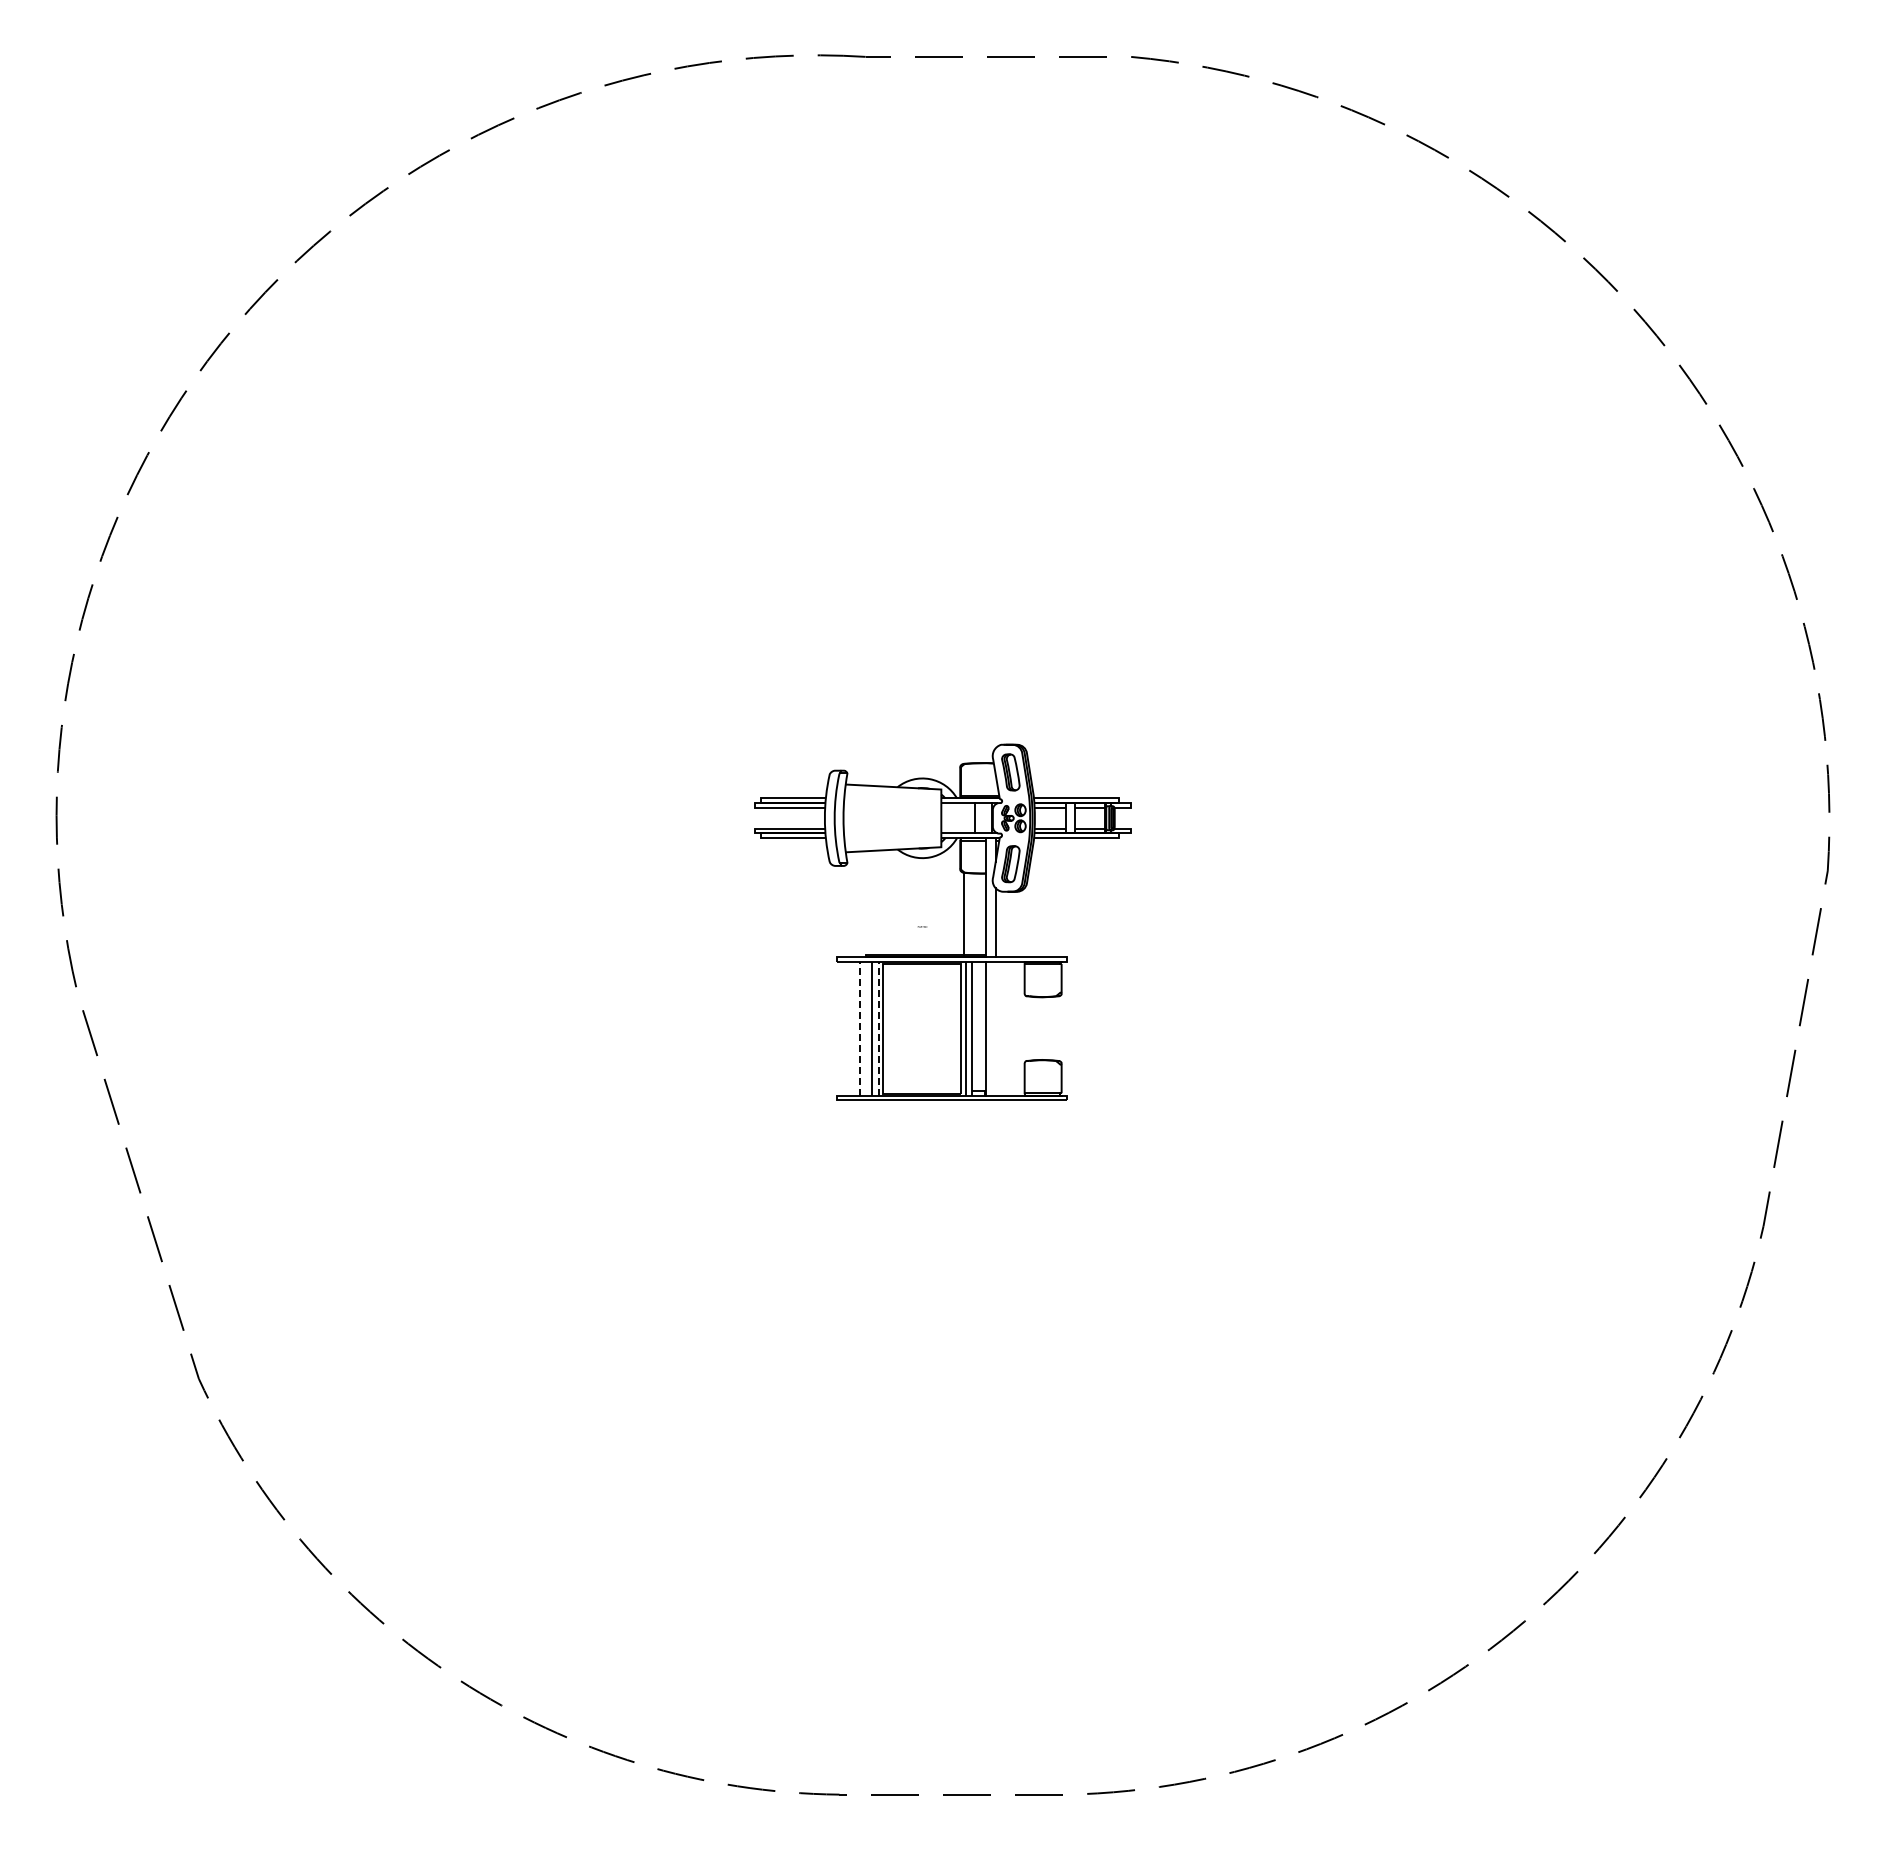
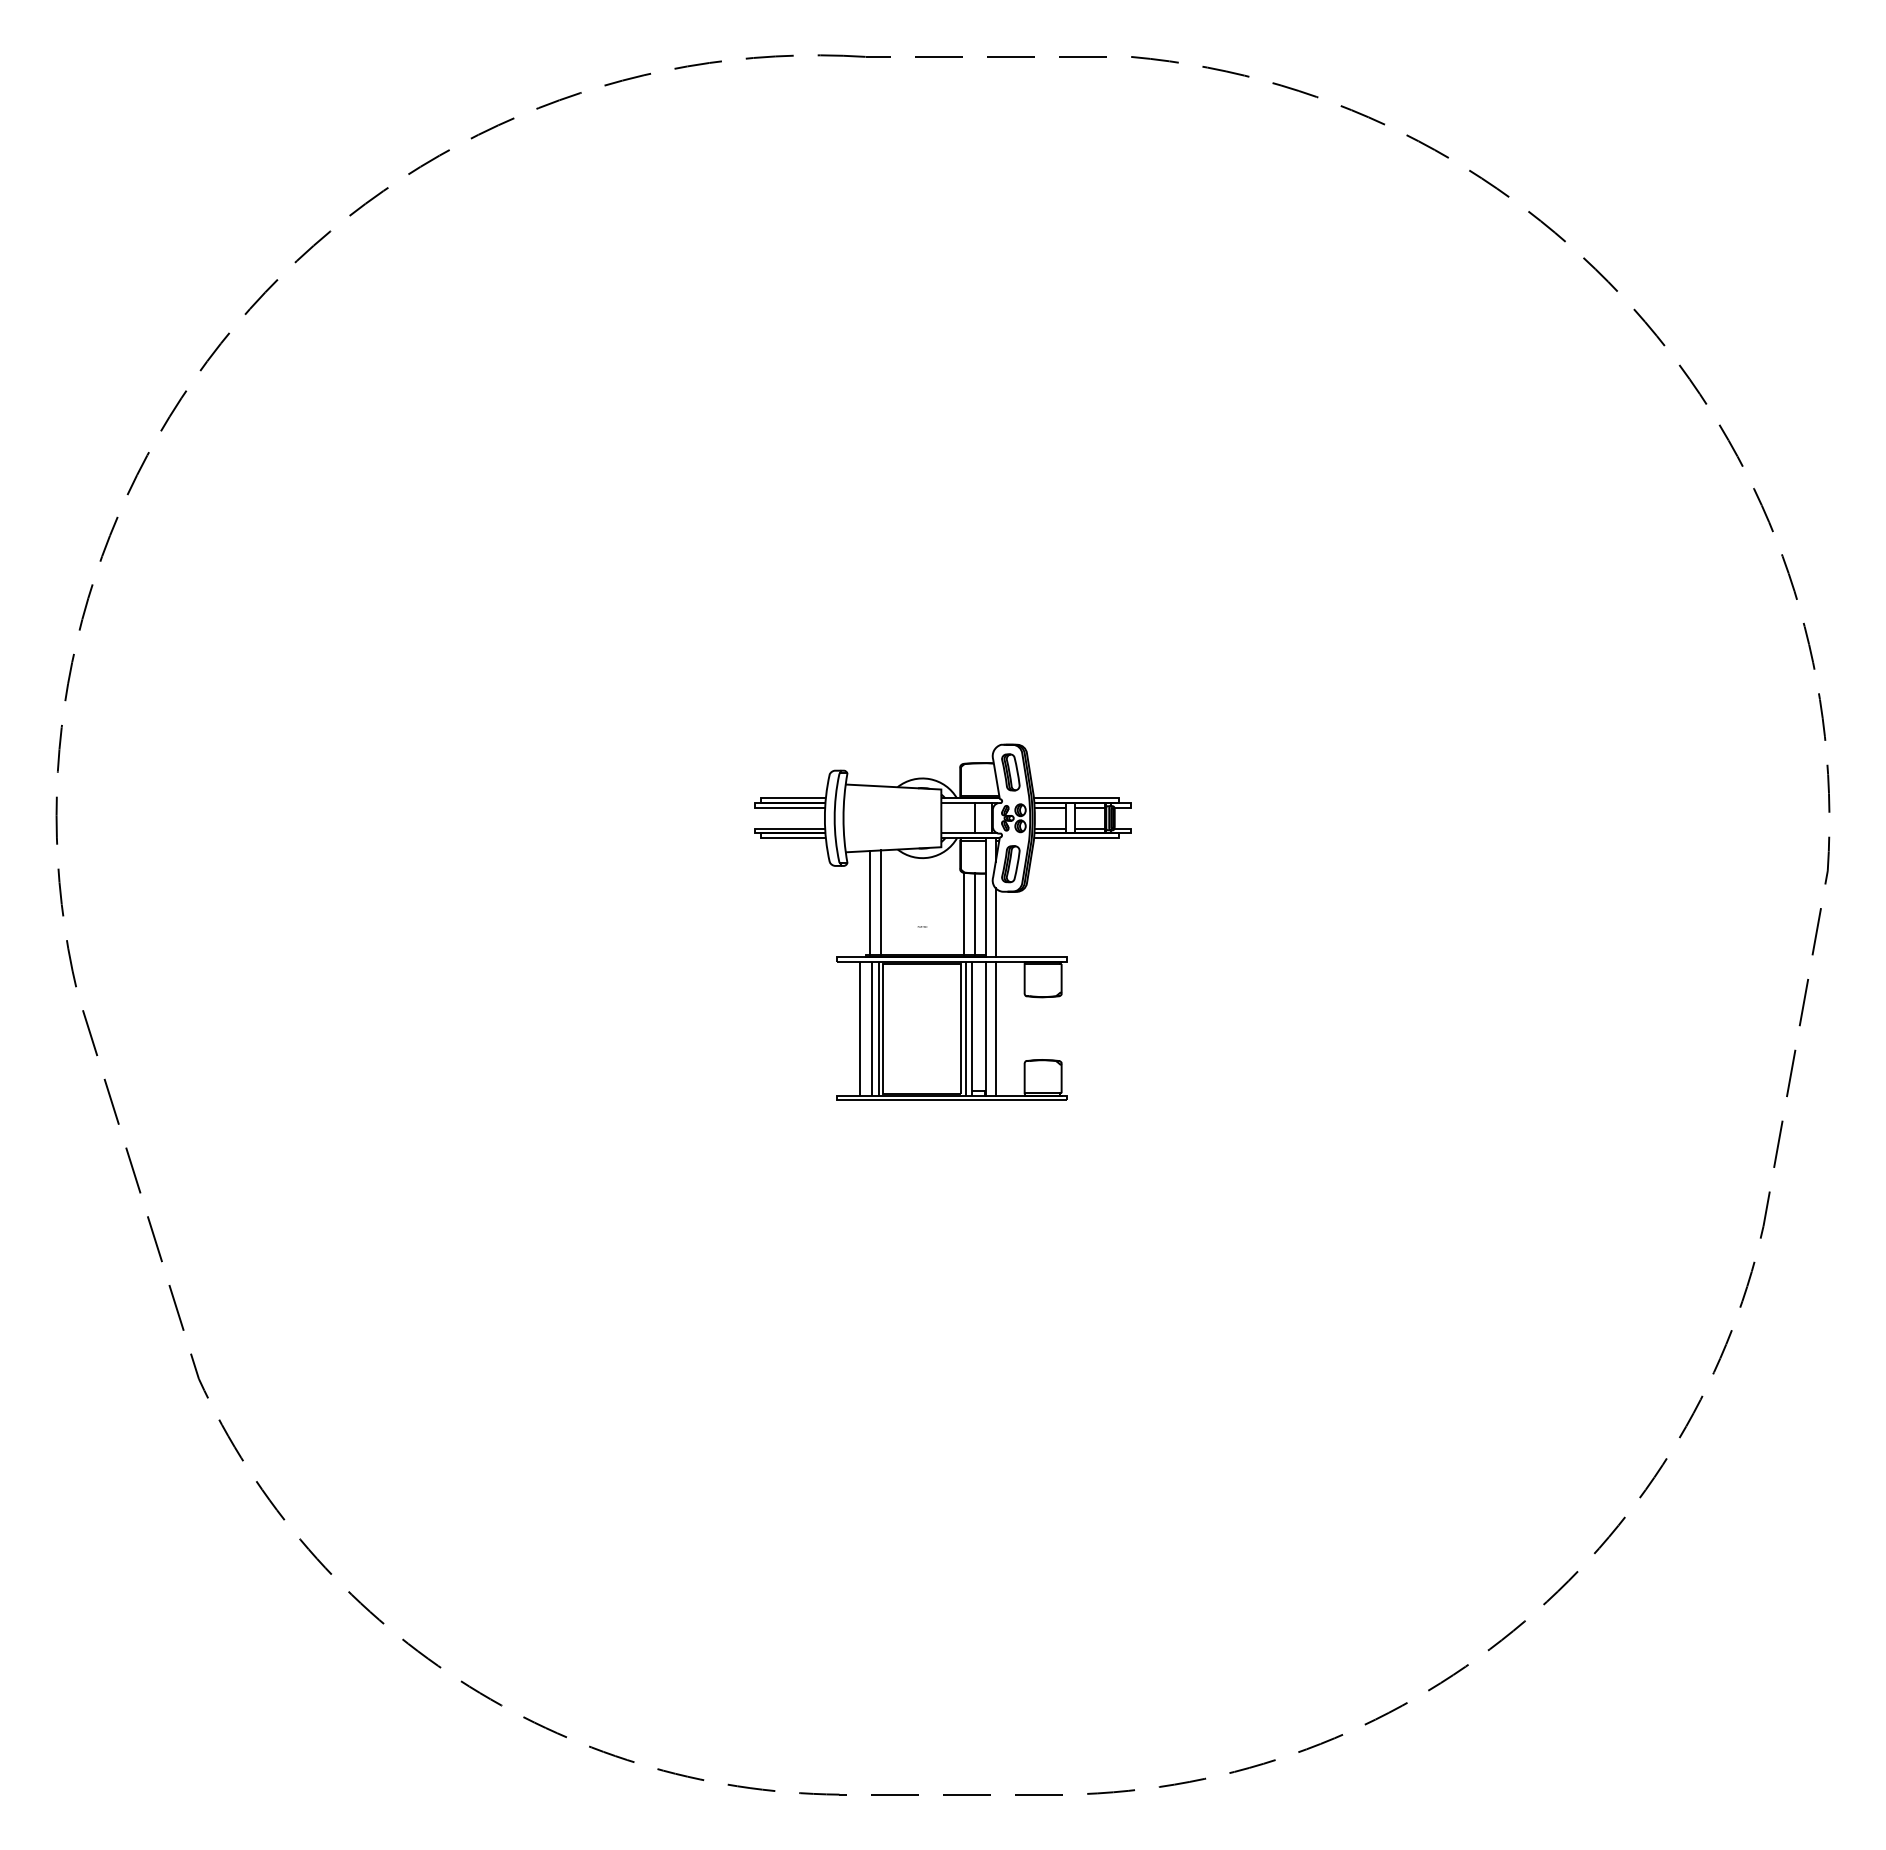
line at (881, 902): none -> present
line at (869, 903): none -> present
line at (975, 914): none -> present
line at (860, 1028): dashed -> solid
line at (878, 1028): dashed -> solid
line at (995, 1028): none -> present
